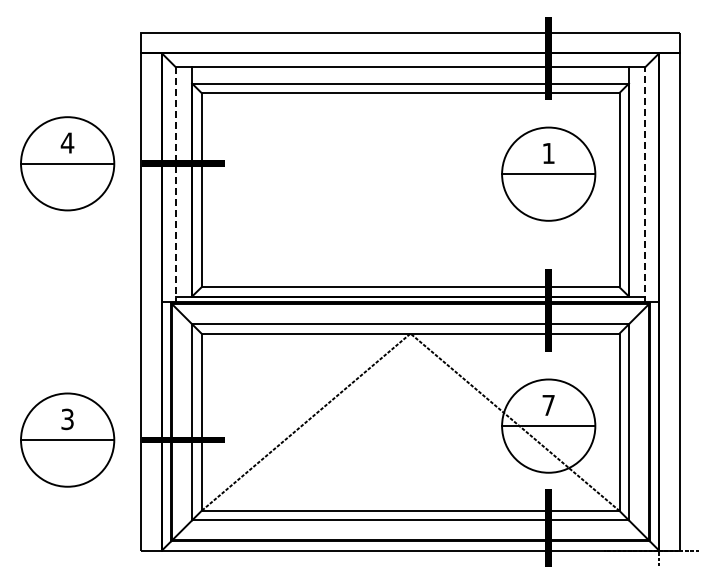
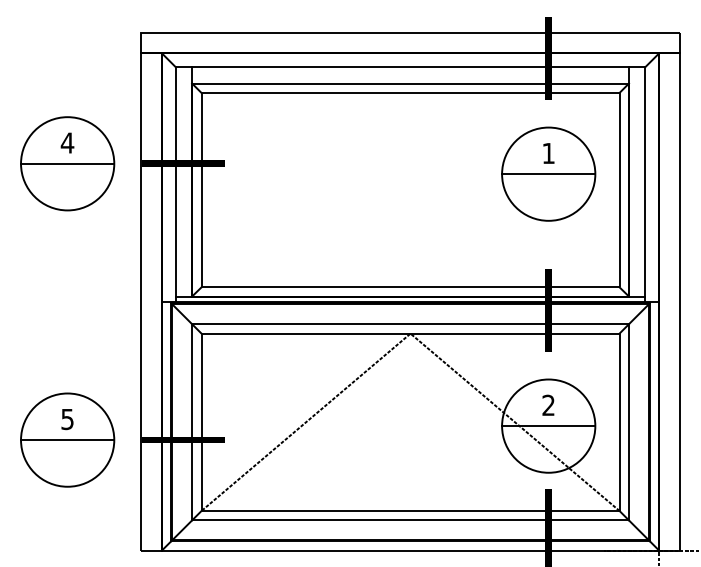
line at (645, 184): dashed -> solid
line at (175, 185): dashed -> solid
text at (548, 404): 7 -> 2
text at (67, 418): 3 -> 5
